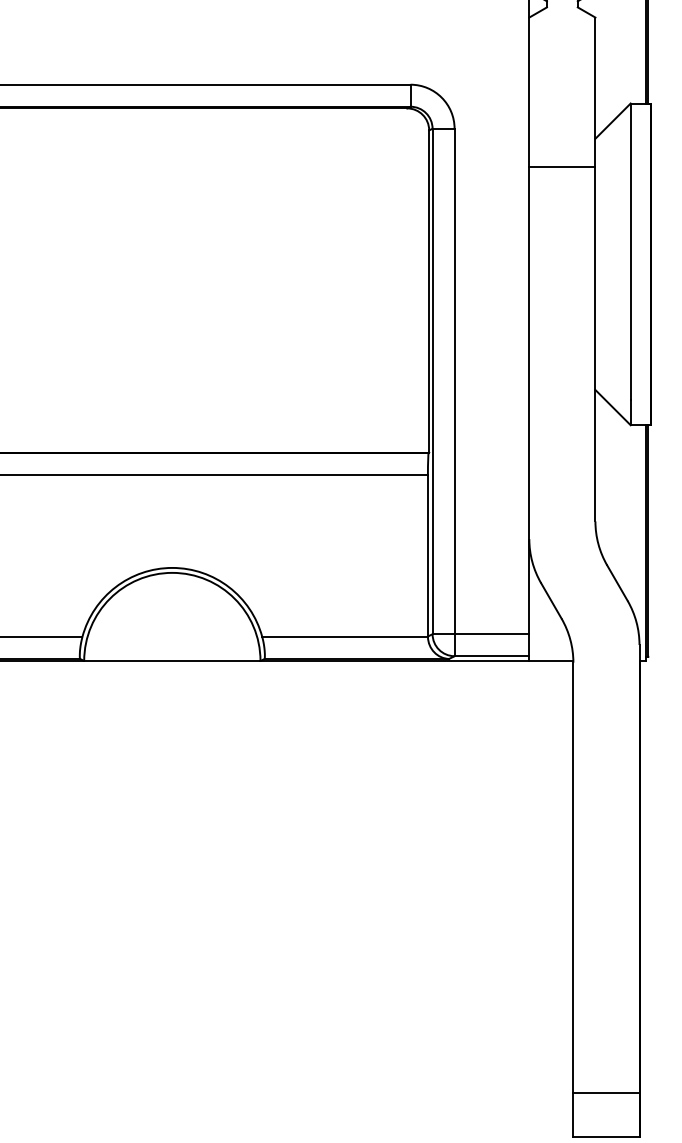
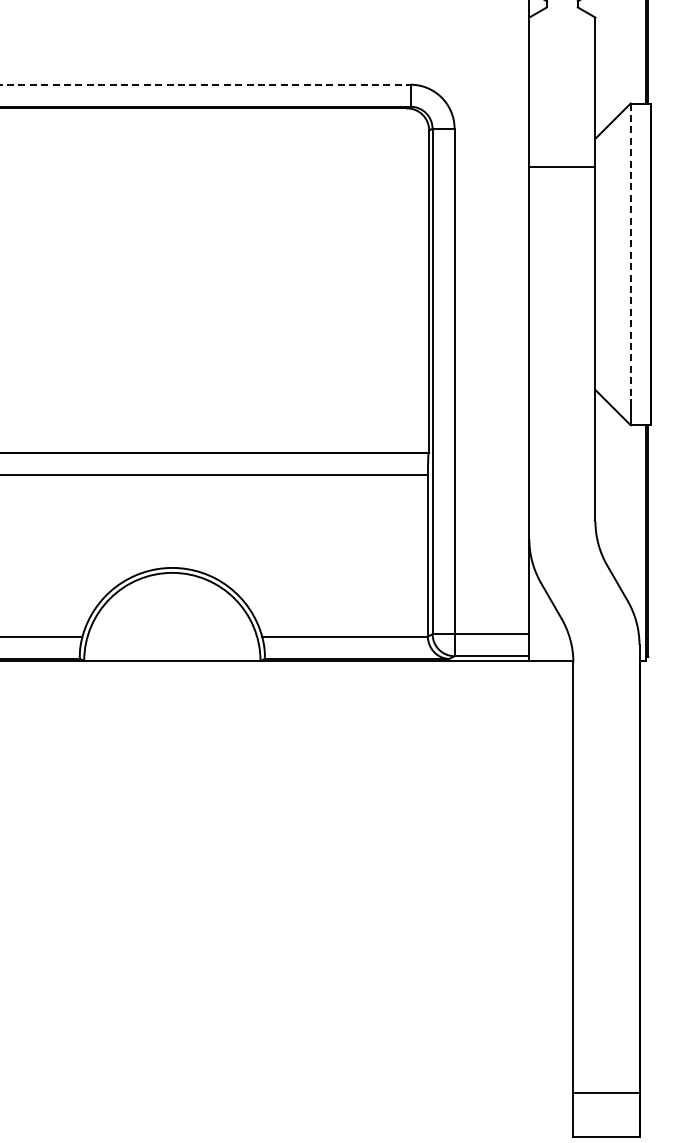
line at (205, 84): solid -> dashed
line at (630, 252): solid -> dashed
